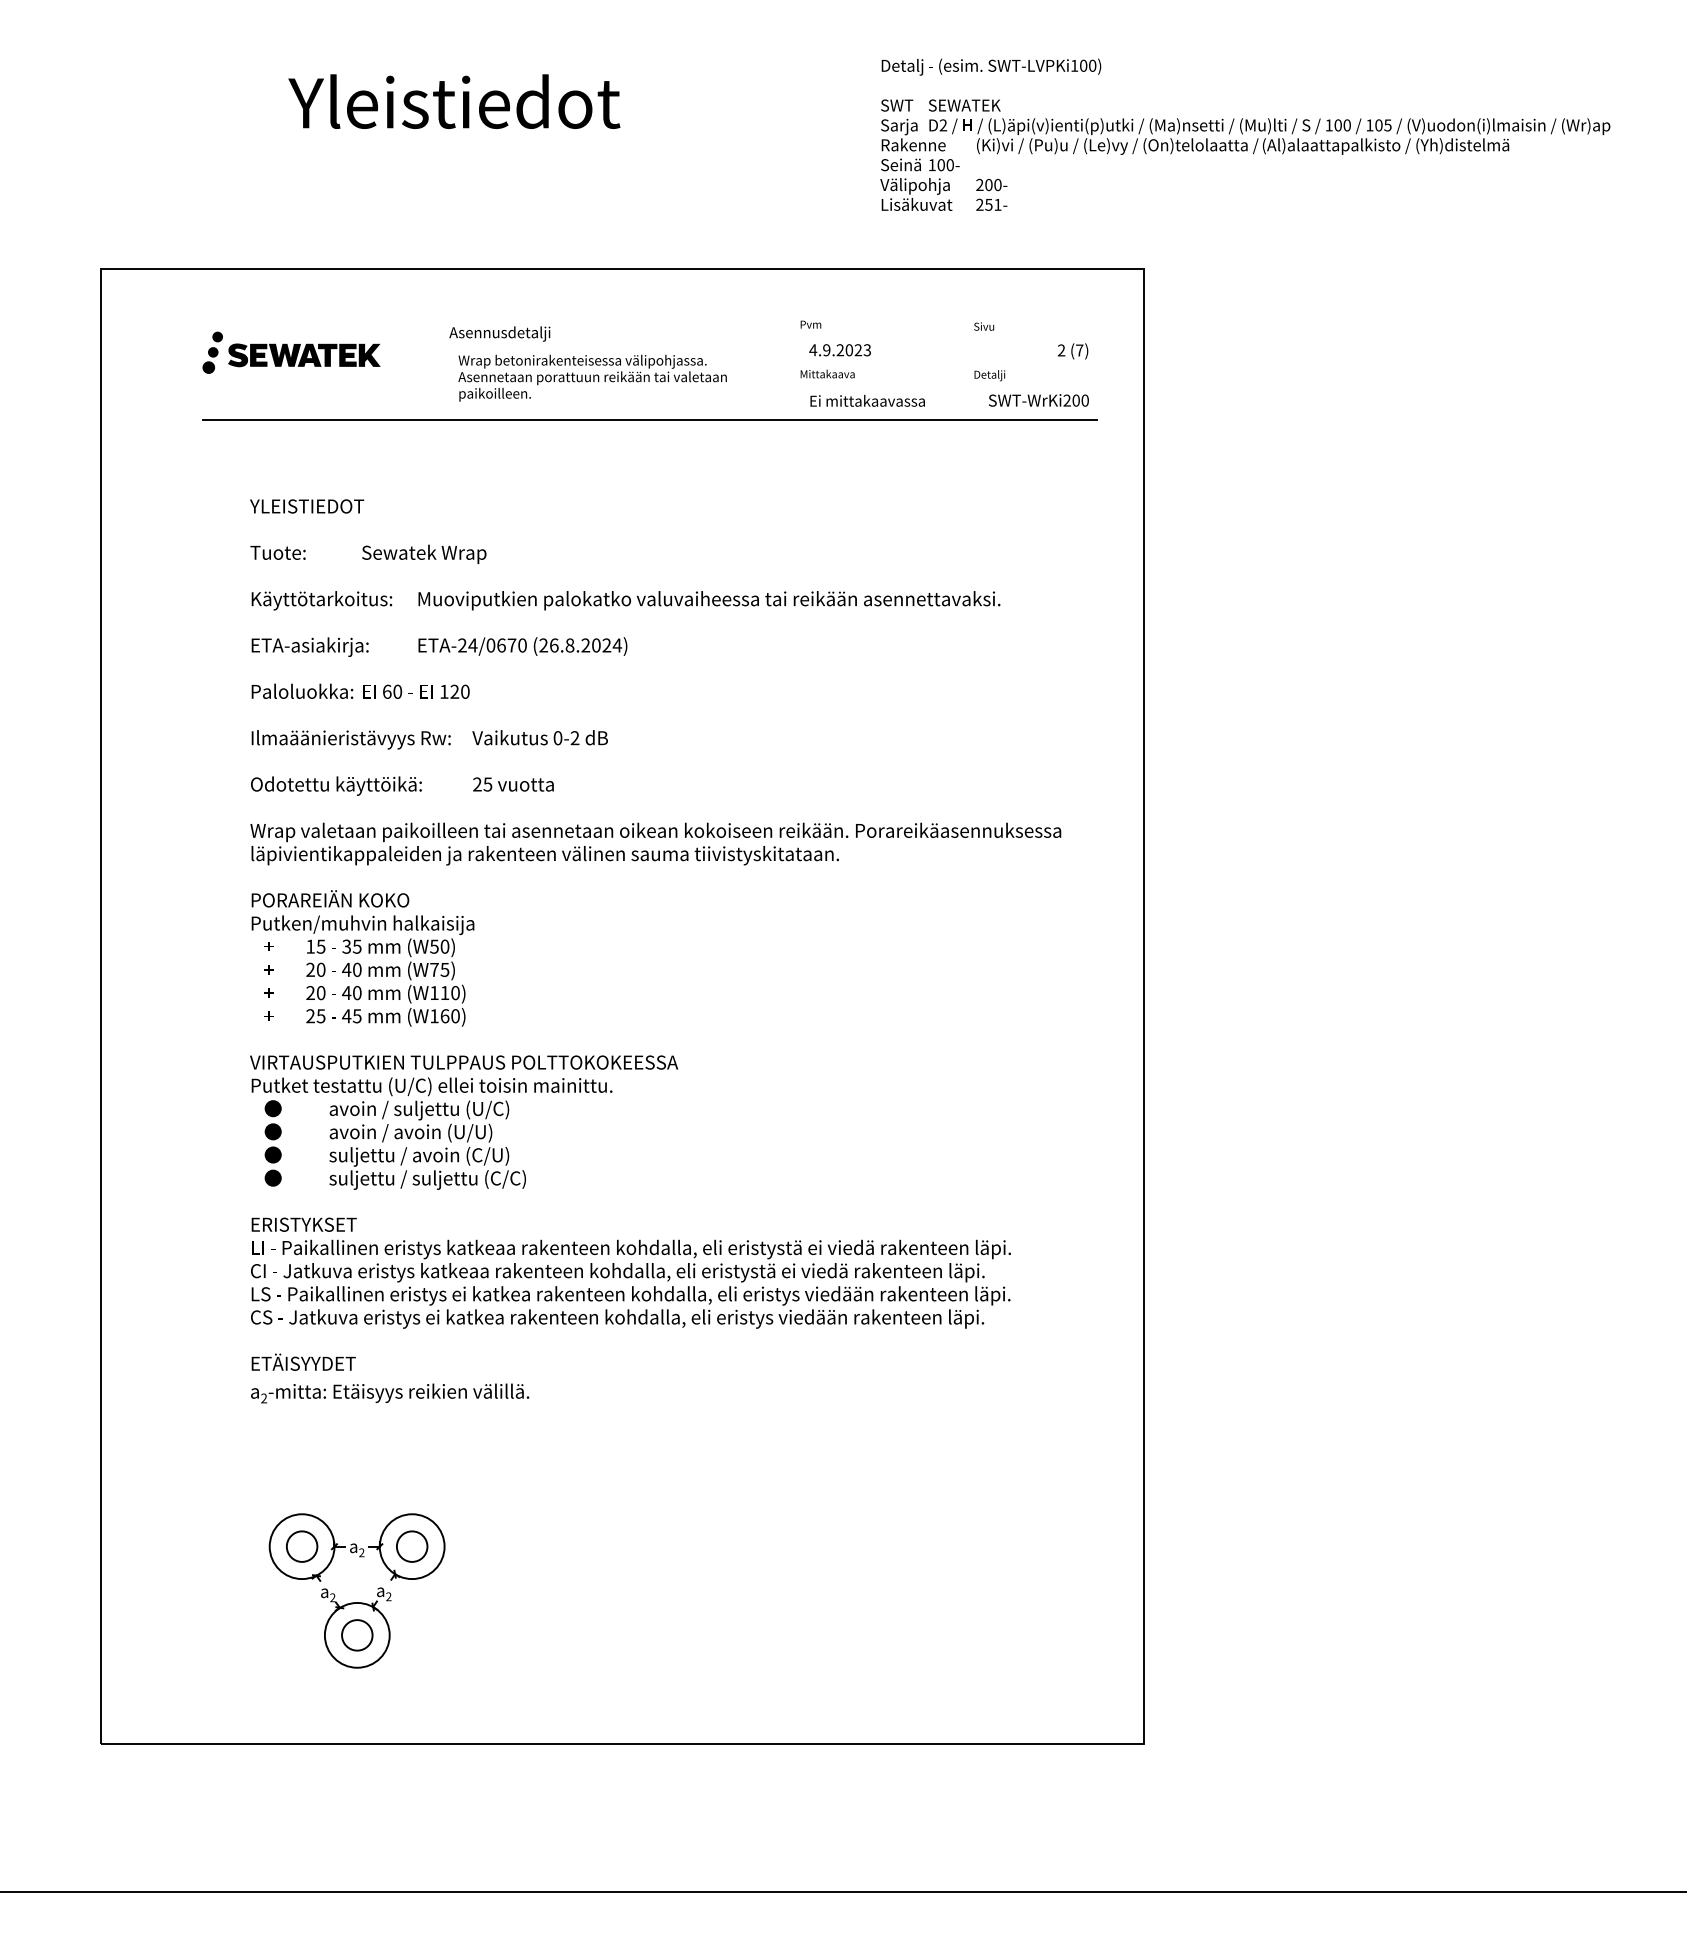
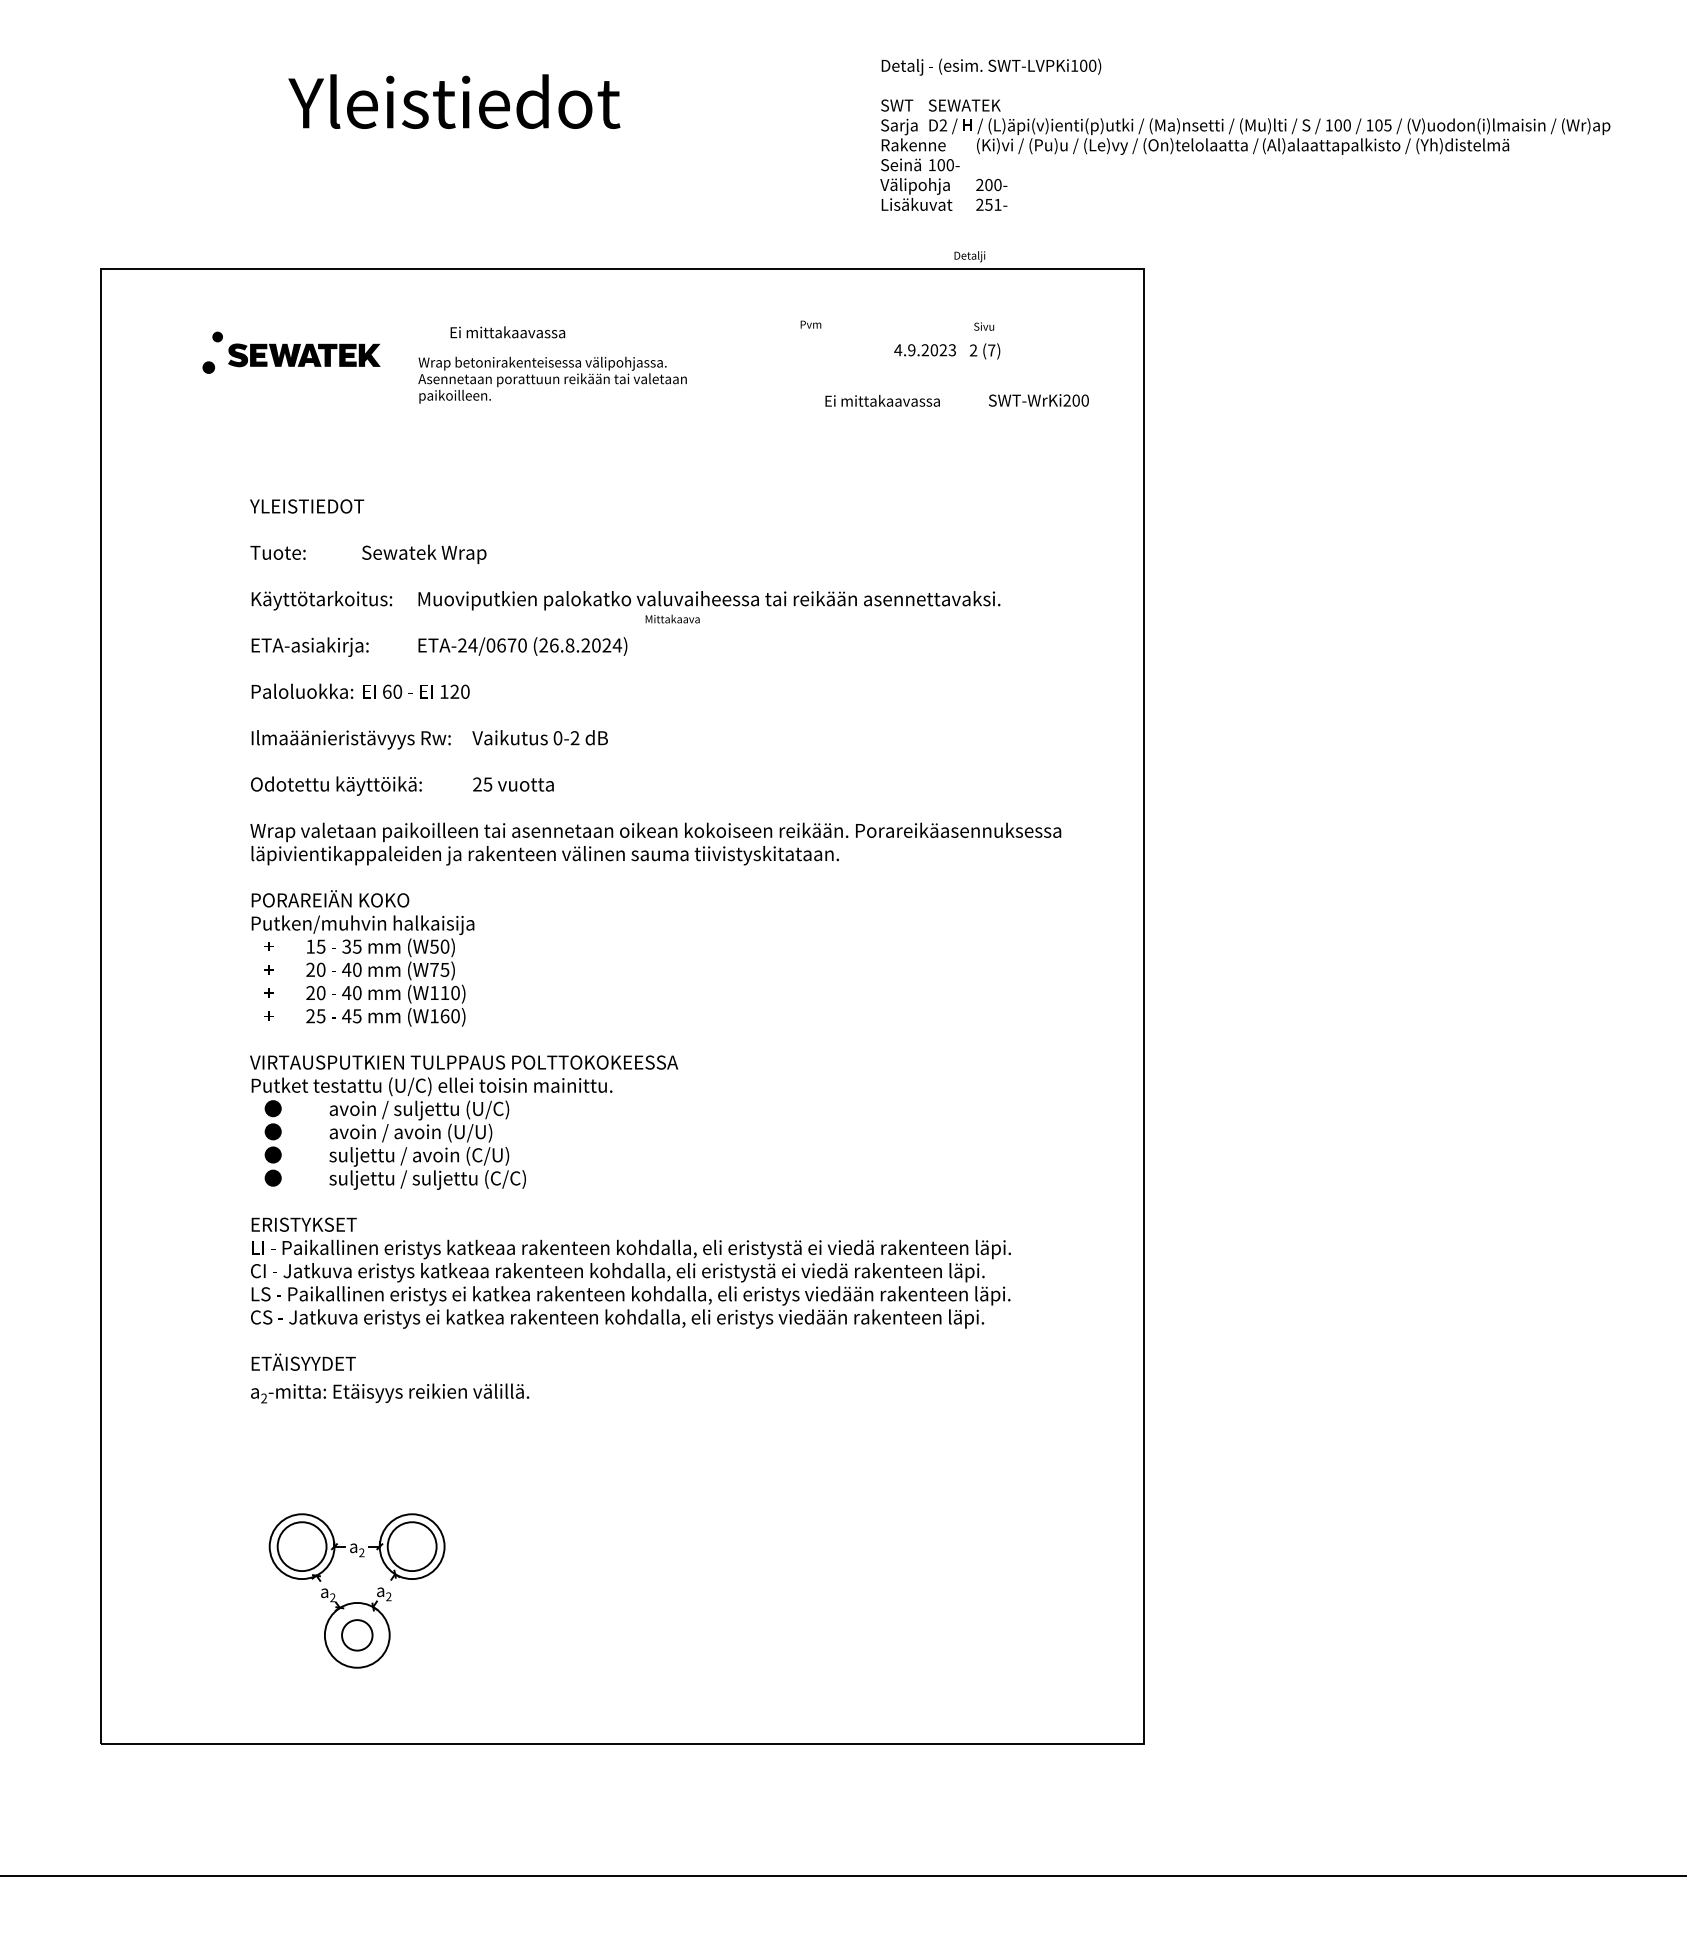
text at (507, 333): Asennusdetalji -> Ei mittakaavassa
text at (839, 350) position: (839, 350) -> (924, 350)
text at (1073, 351) position: (1073, 351) -> (985, 351)
fill at (212, 352): present -> none
text at (827, 373) position: (827, 373) -> (672, 618)
text at (989, 375) position: (989, 375) -> (969, 256)
text at (592, 377) position: (592, 377) -> (552, 379)
text at (867, 400) position: (867, 400) -> (882, 400)
line at (649, 420): present -> none
circle at (301, 1546) diameter: 31 px -> 49 px
circle at (411, 1546) diameter: 31 px -> 49 px
line at (842, 1892) position: (842, 1892) -> (842, 1876)
